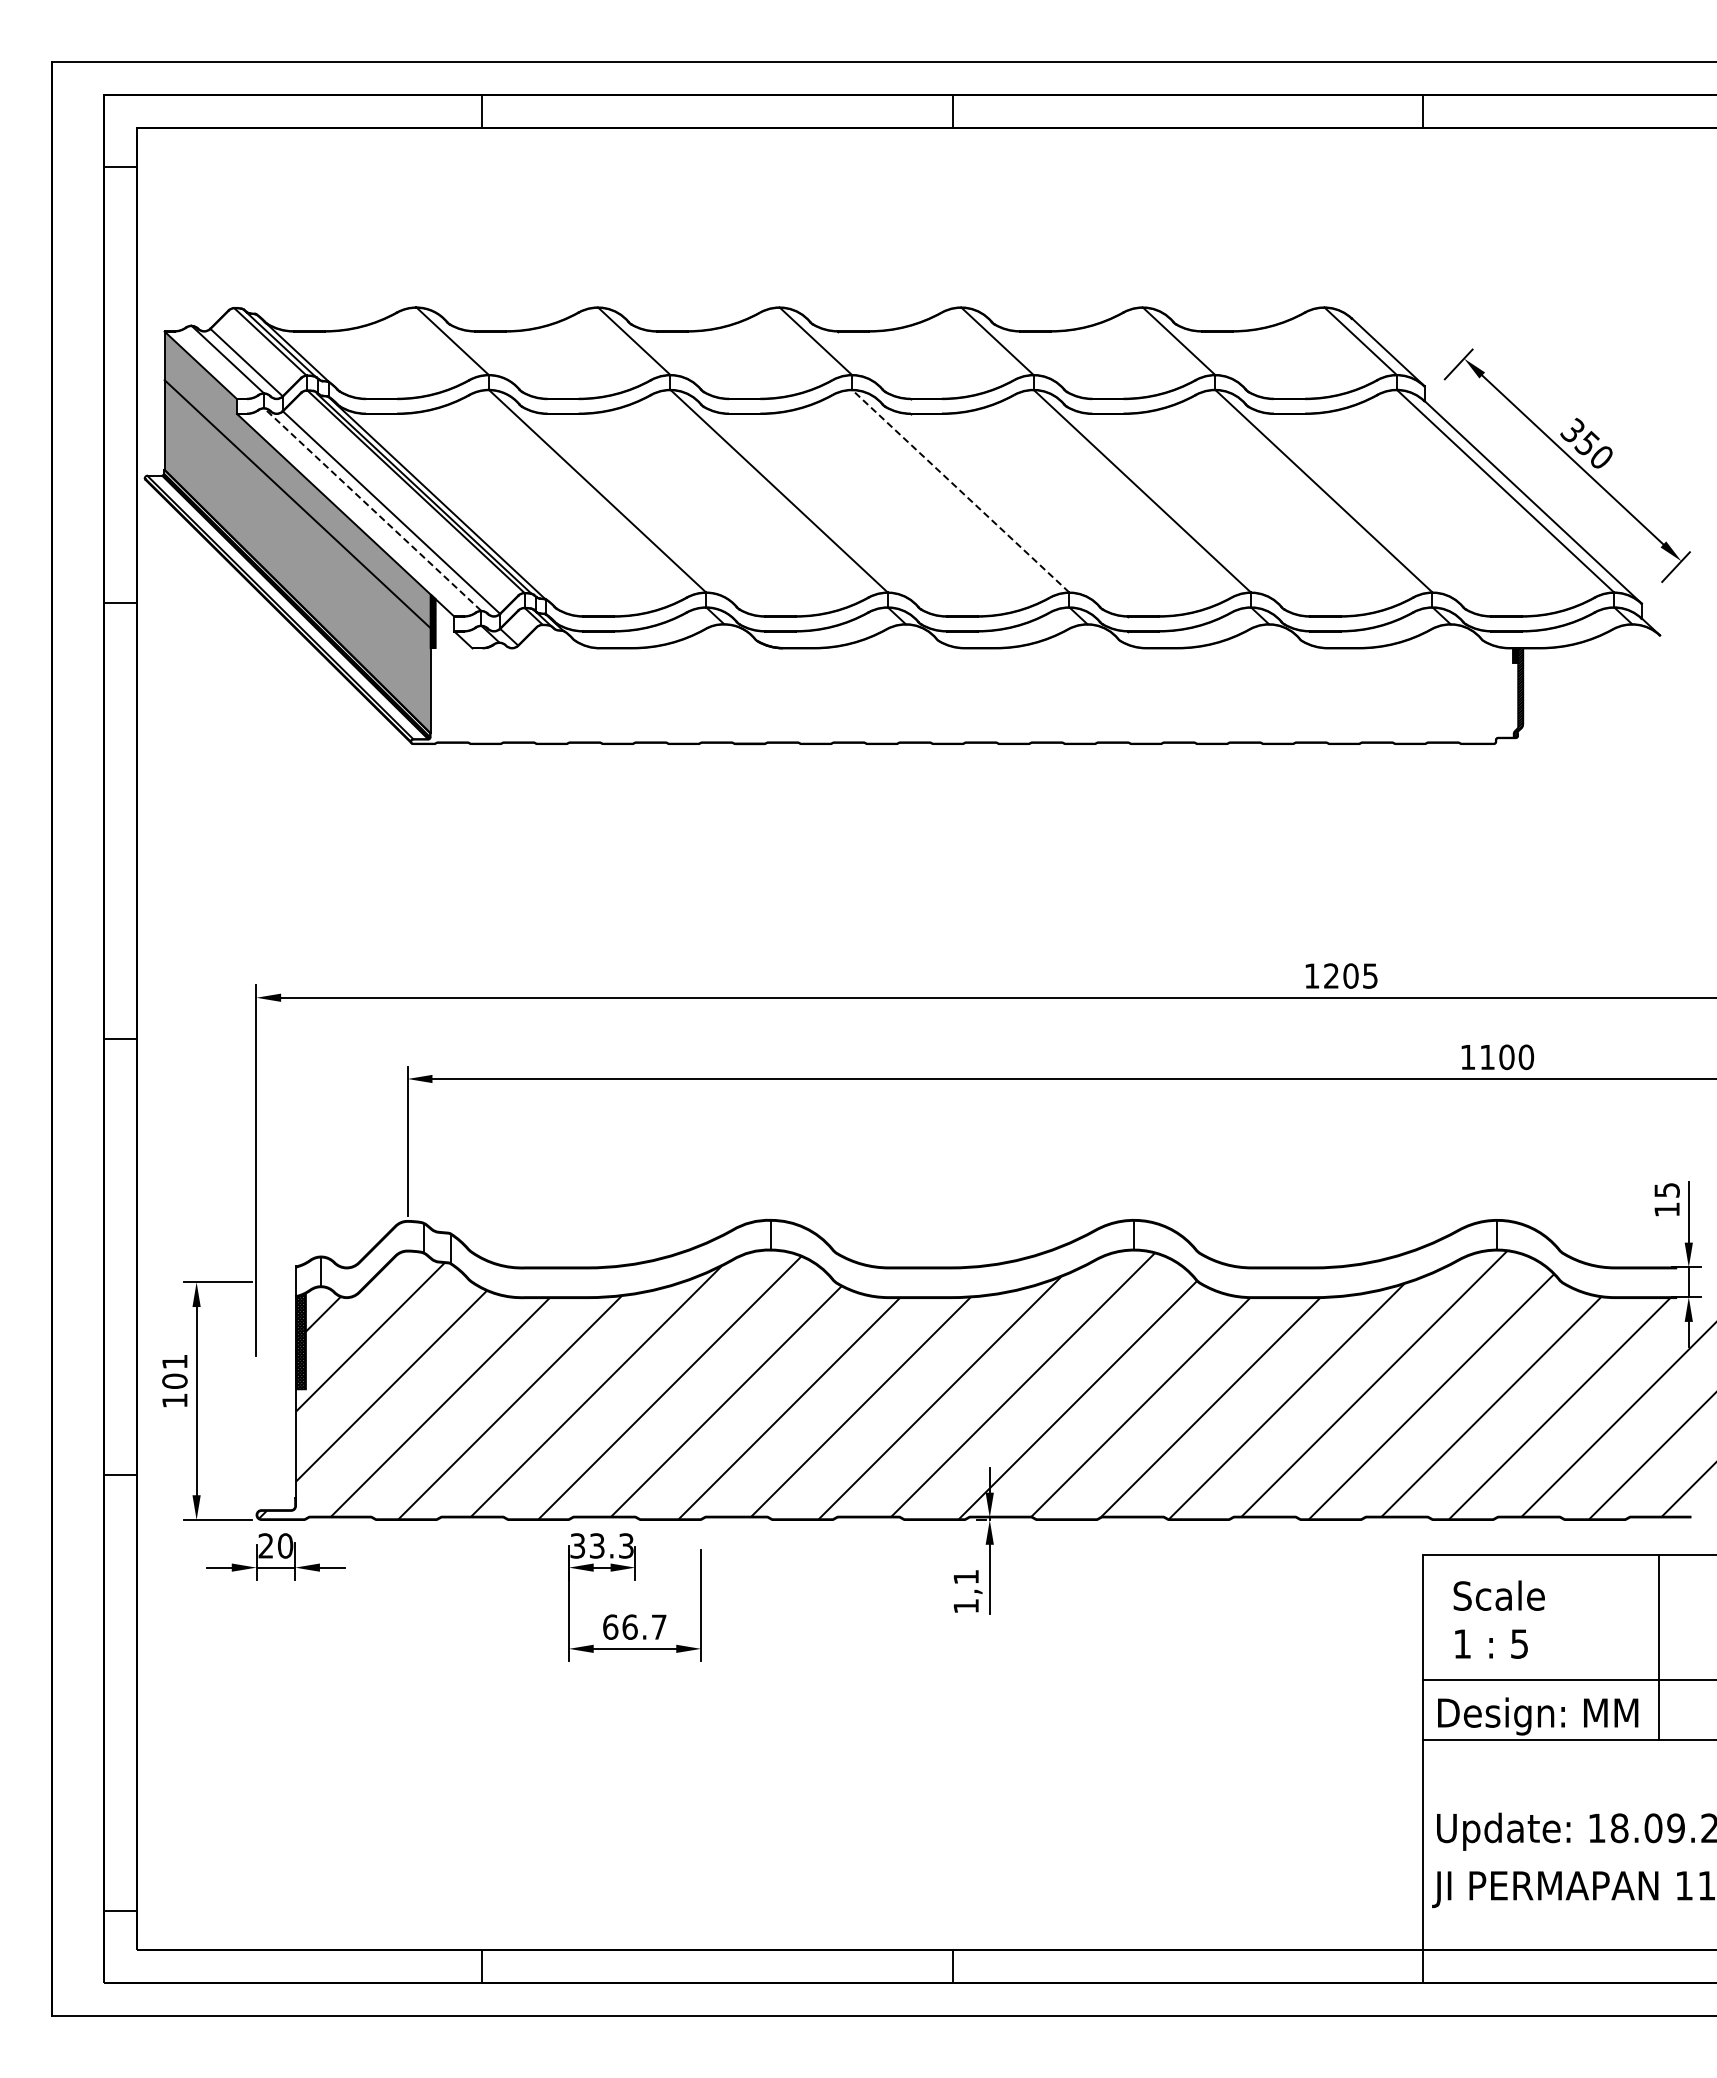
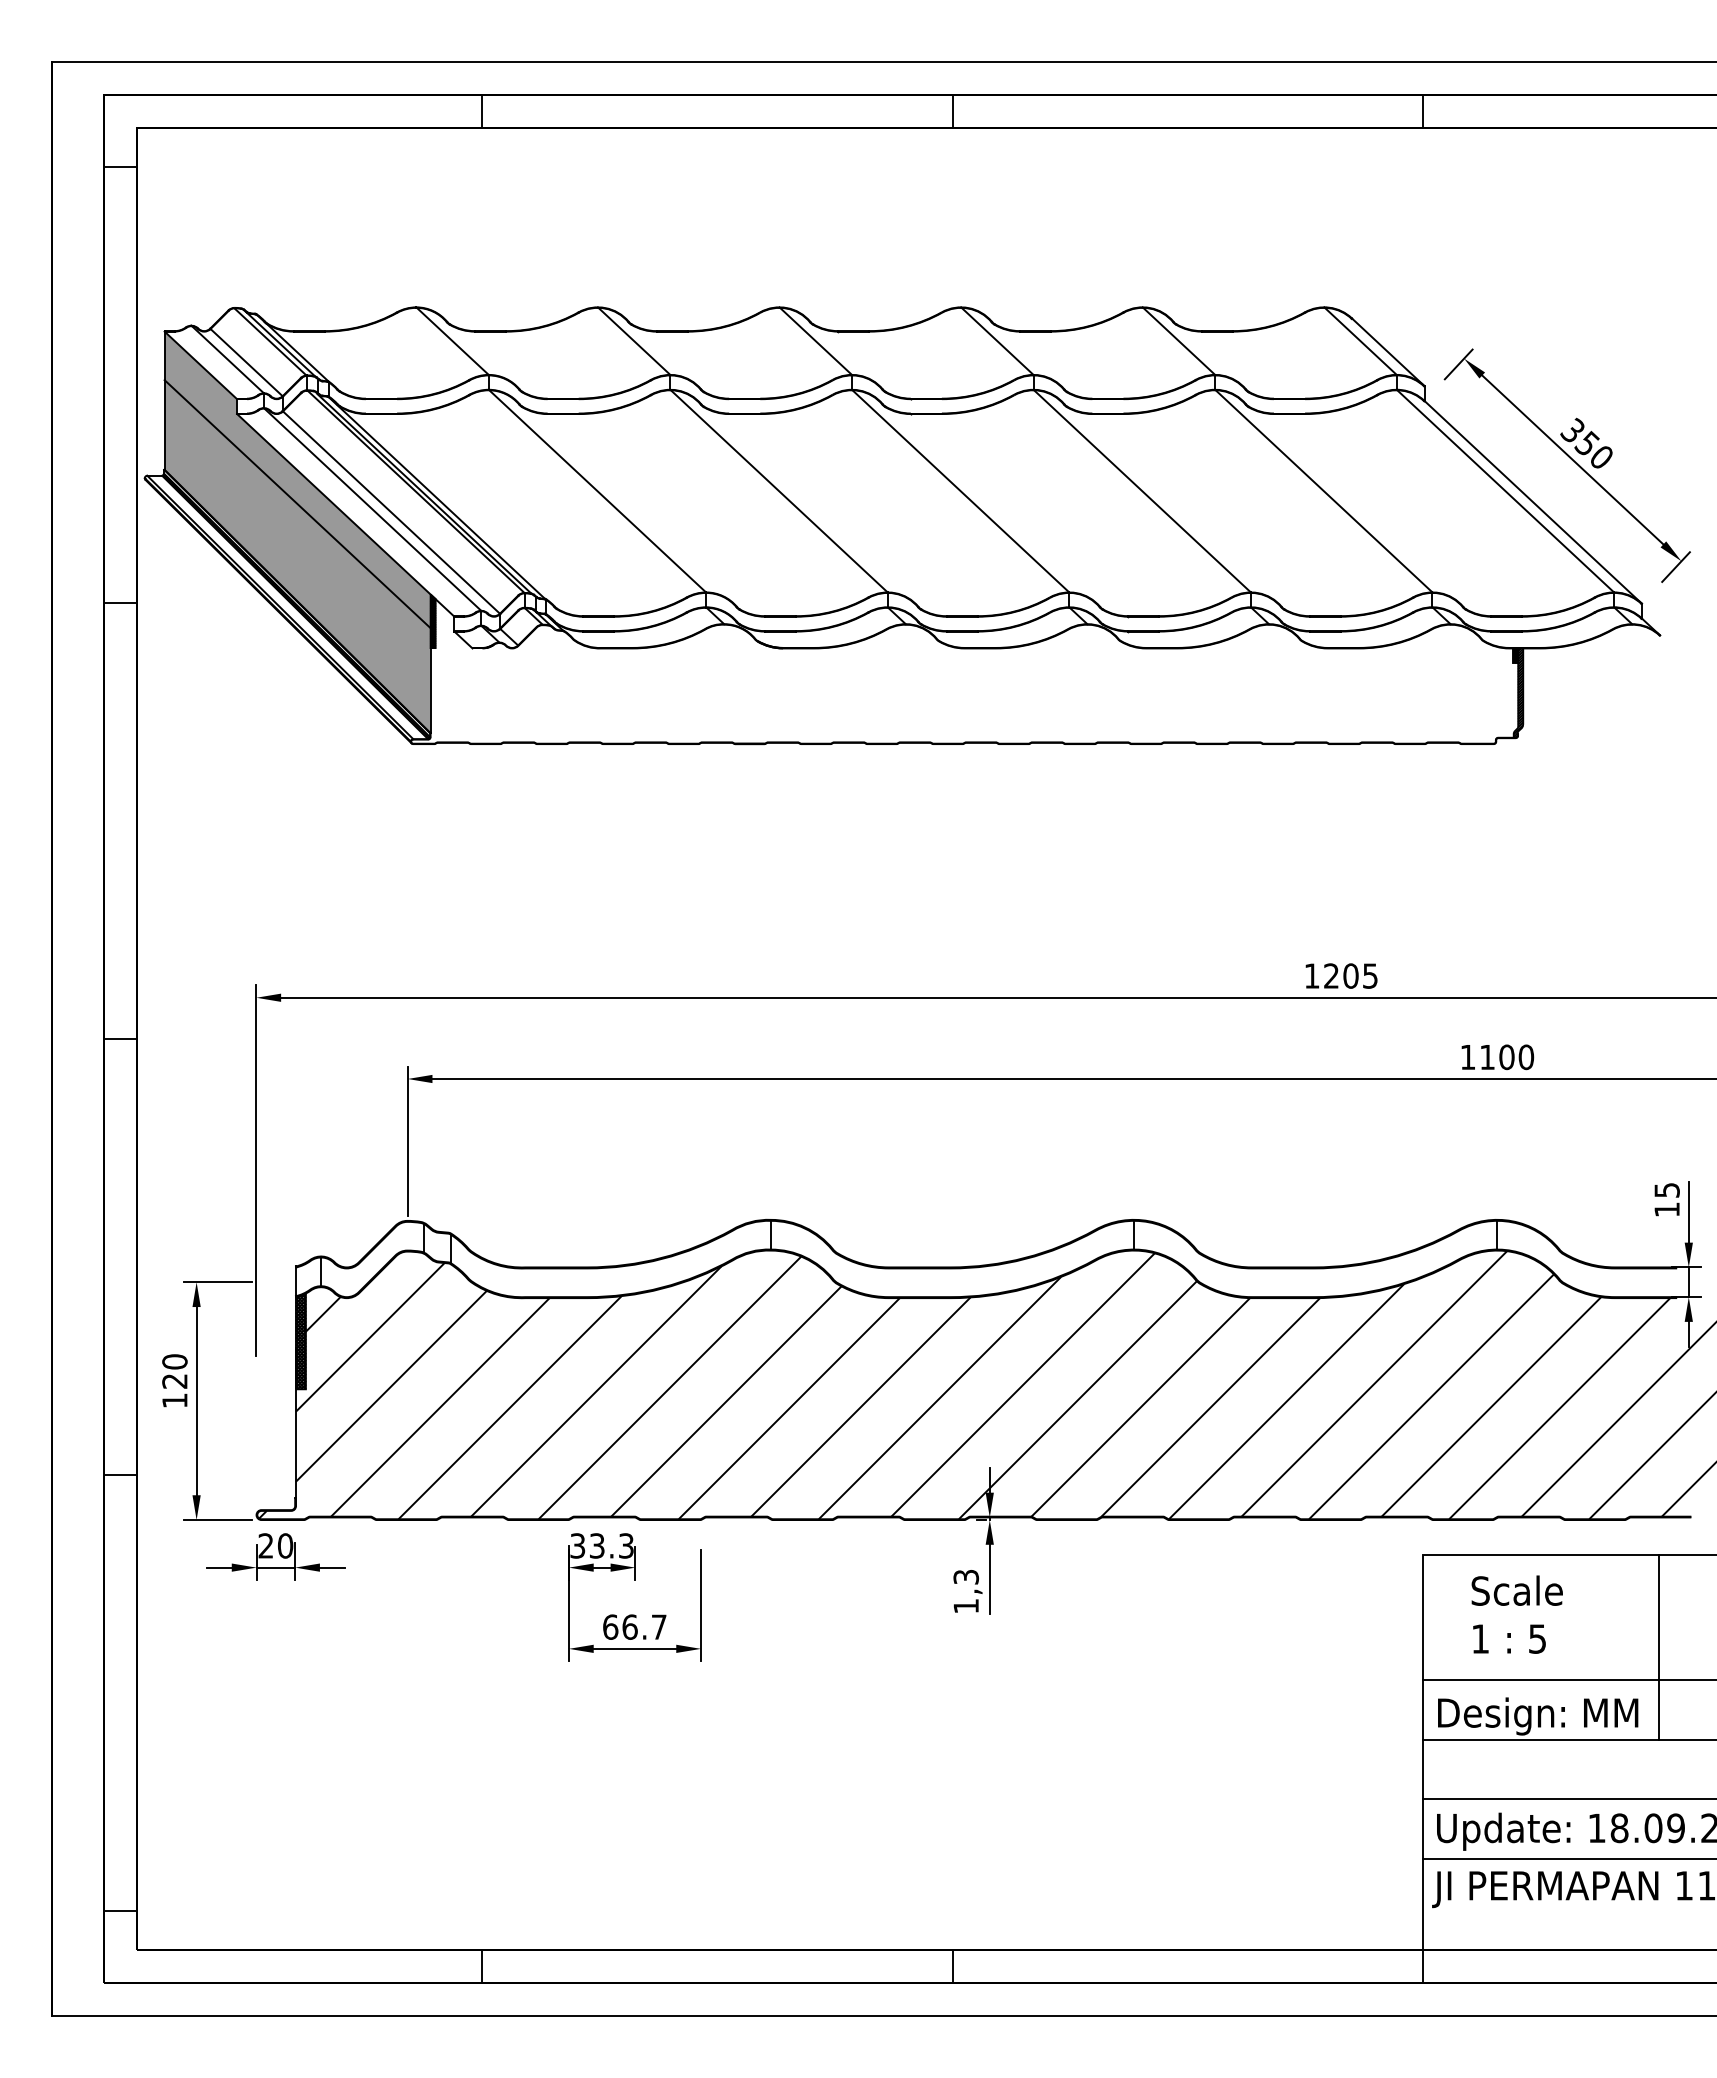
line at (960, 491): dashed -> solid
line at (372, 509): dashed -> solid
text at (174, 1371): 101 -> 120
text at (966, 1576): 1,1 -> 1,3
text at (1498, 1619) position: (1498, 1619) -> (1516, 1614)
line at (1568, 1799): none -> present
line at (1568, 1858): none -> present
